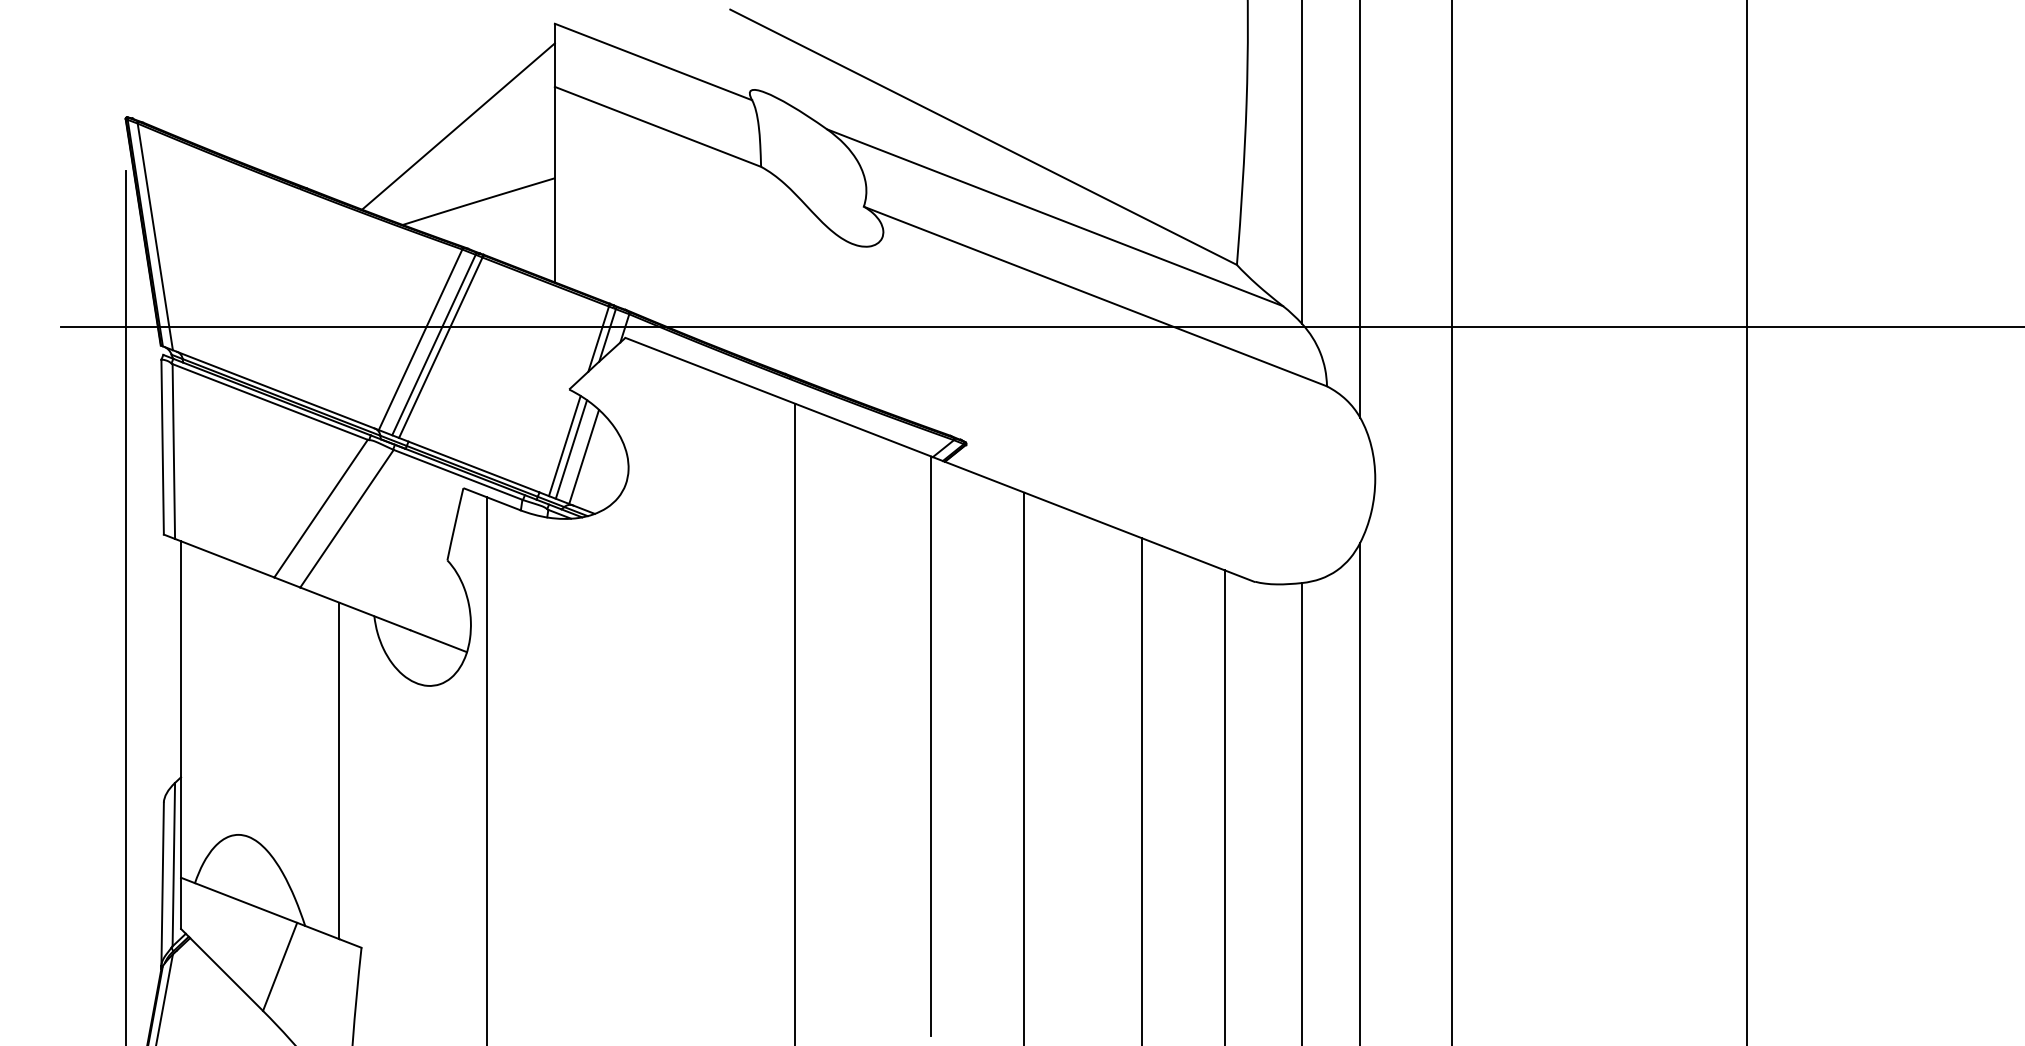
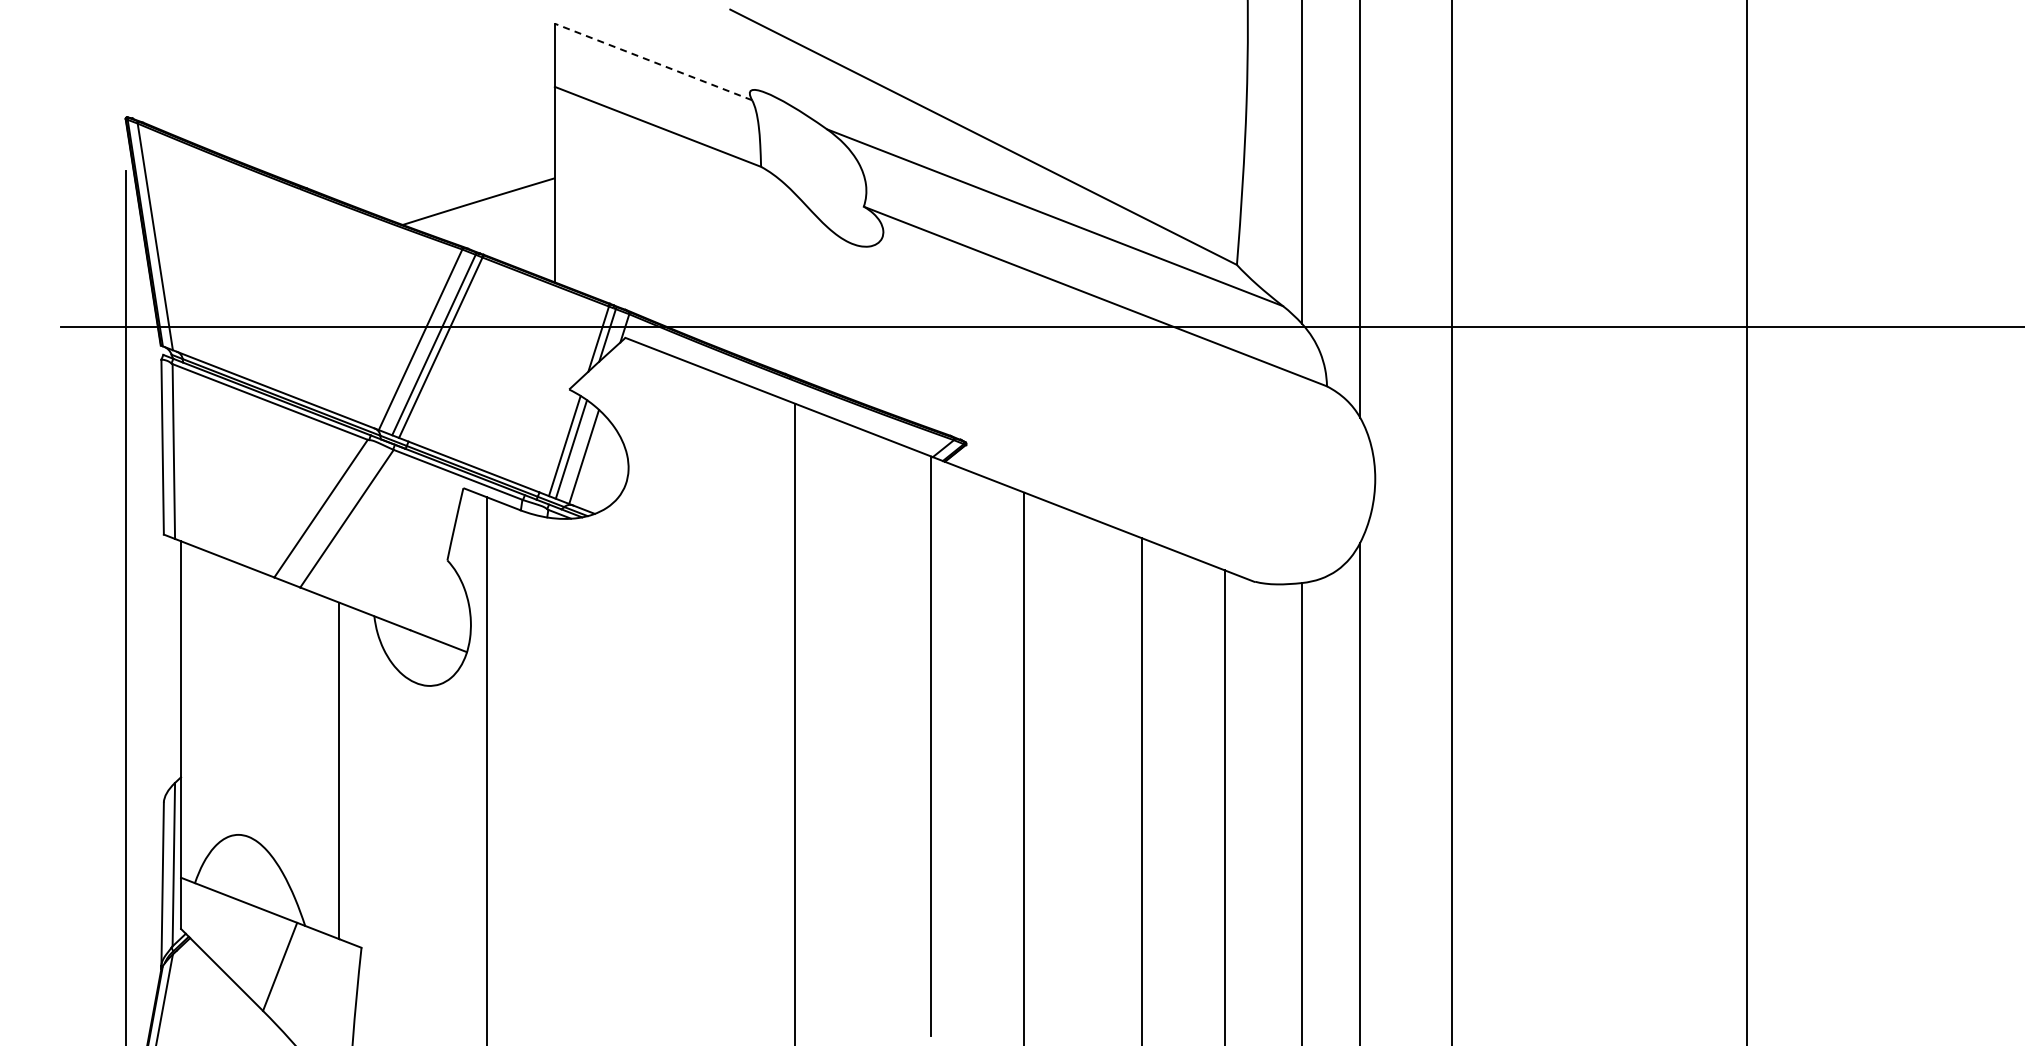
line at (653, 62): solid -> dashed
line at (458, 126): present -> none
